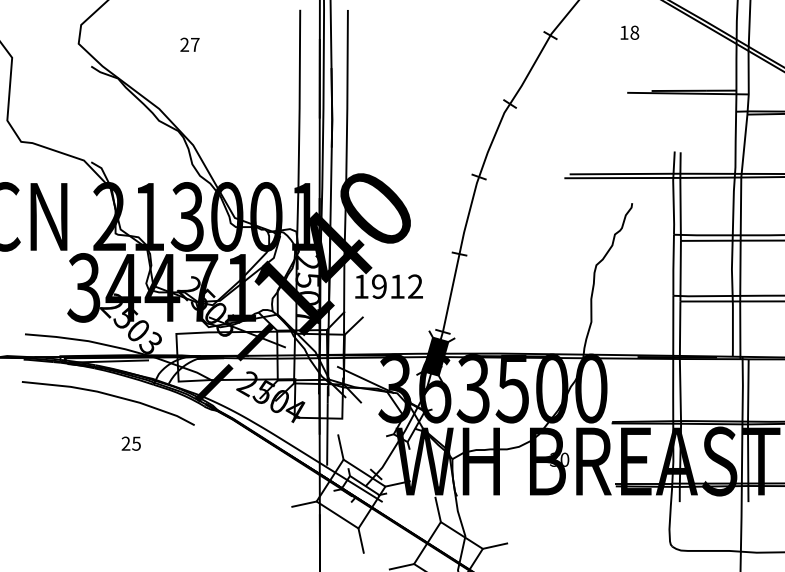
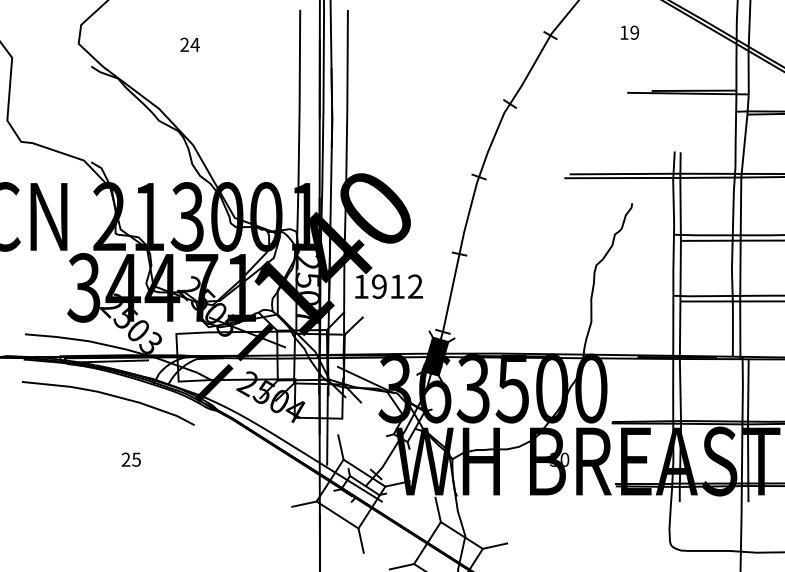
text at (634, 32): 18 -> 19
text at (194, 44): 27 -> 24
text at (130, 443) position: (130, 443) -> (130, 459)
